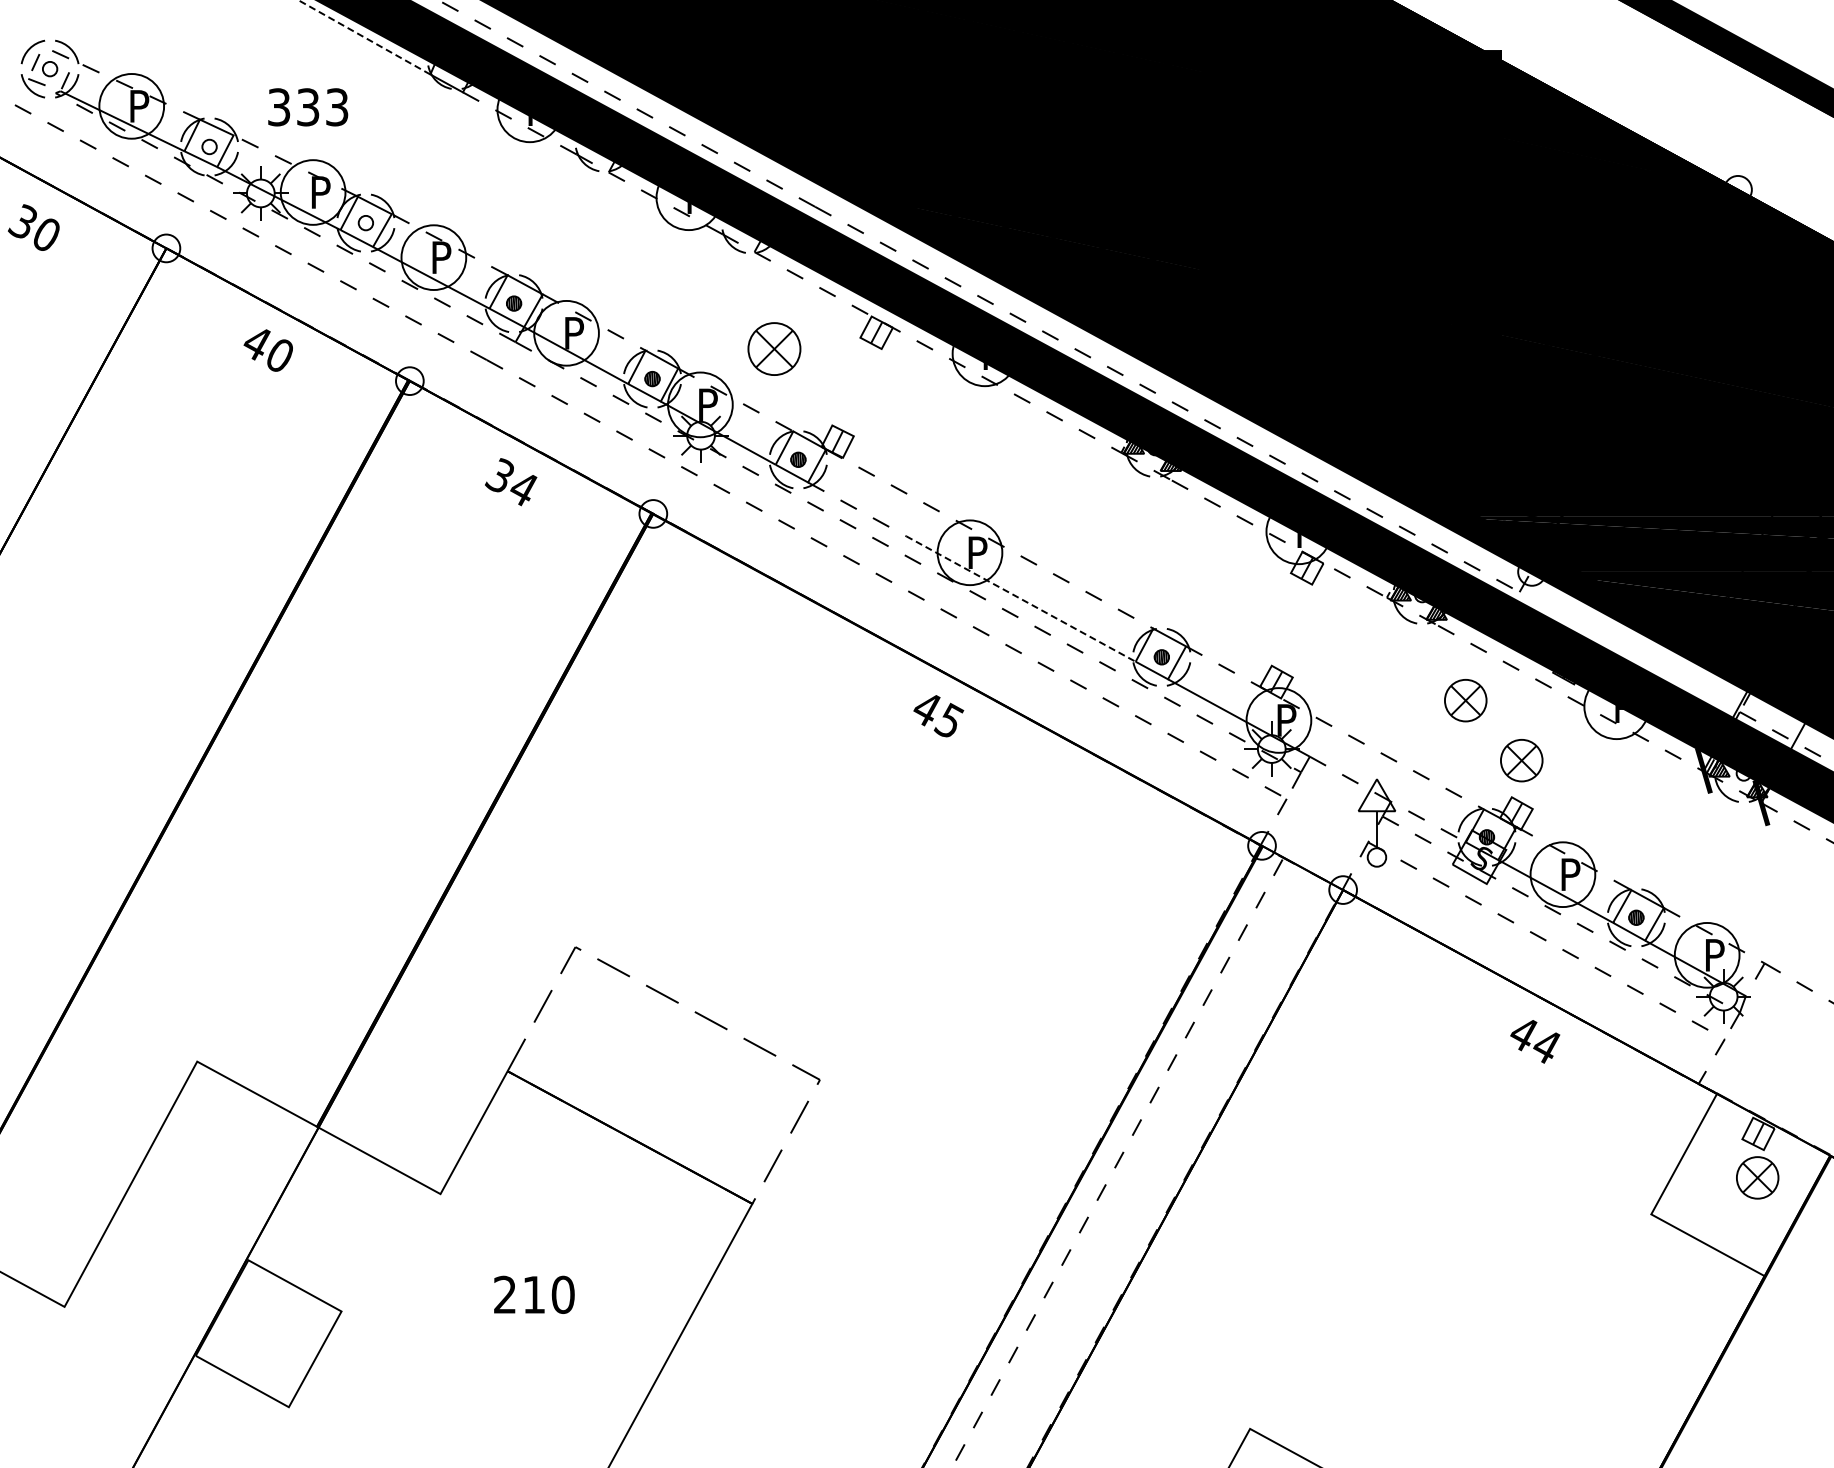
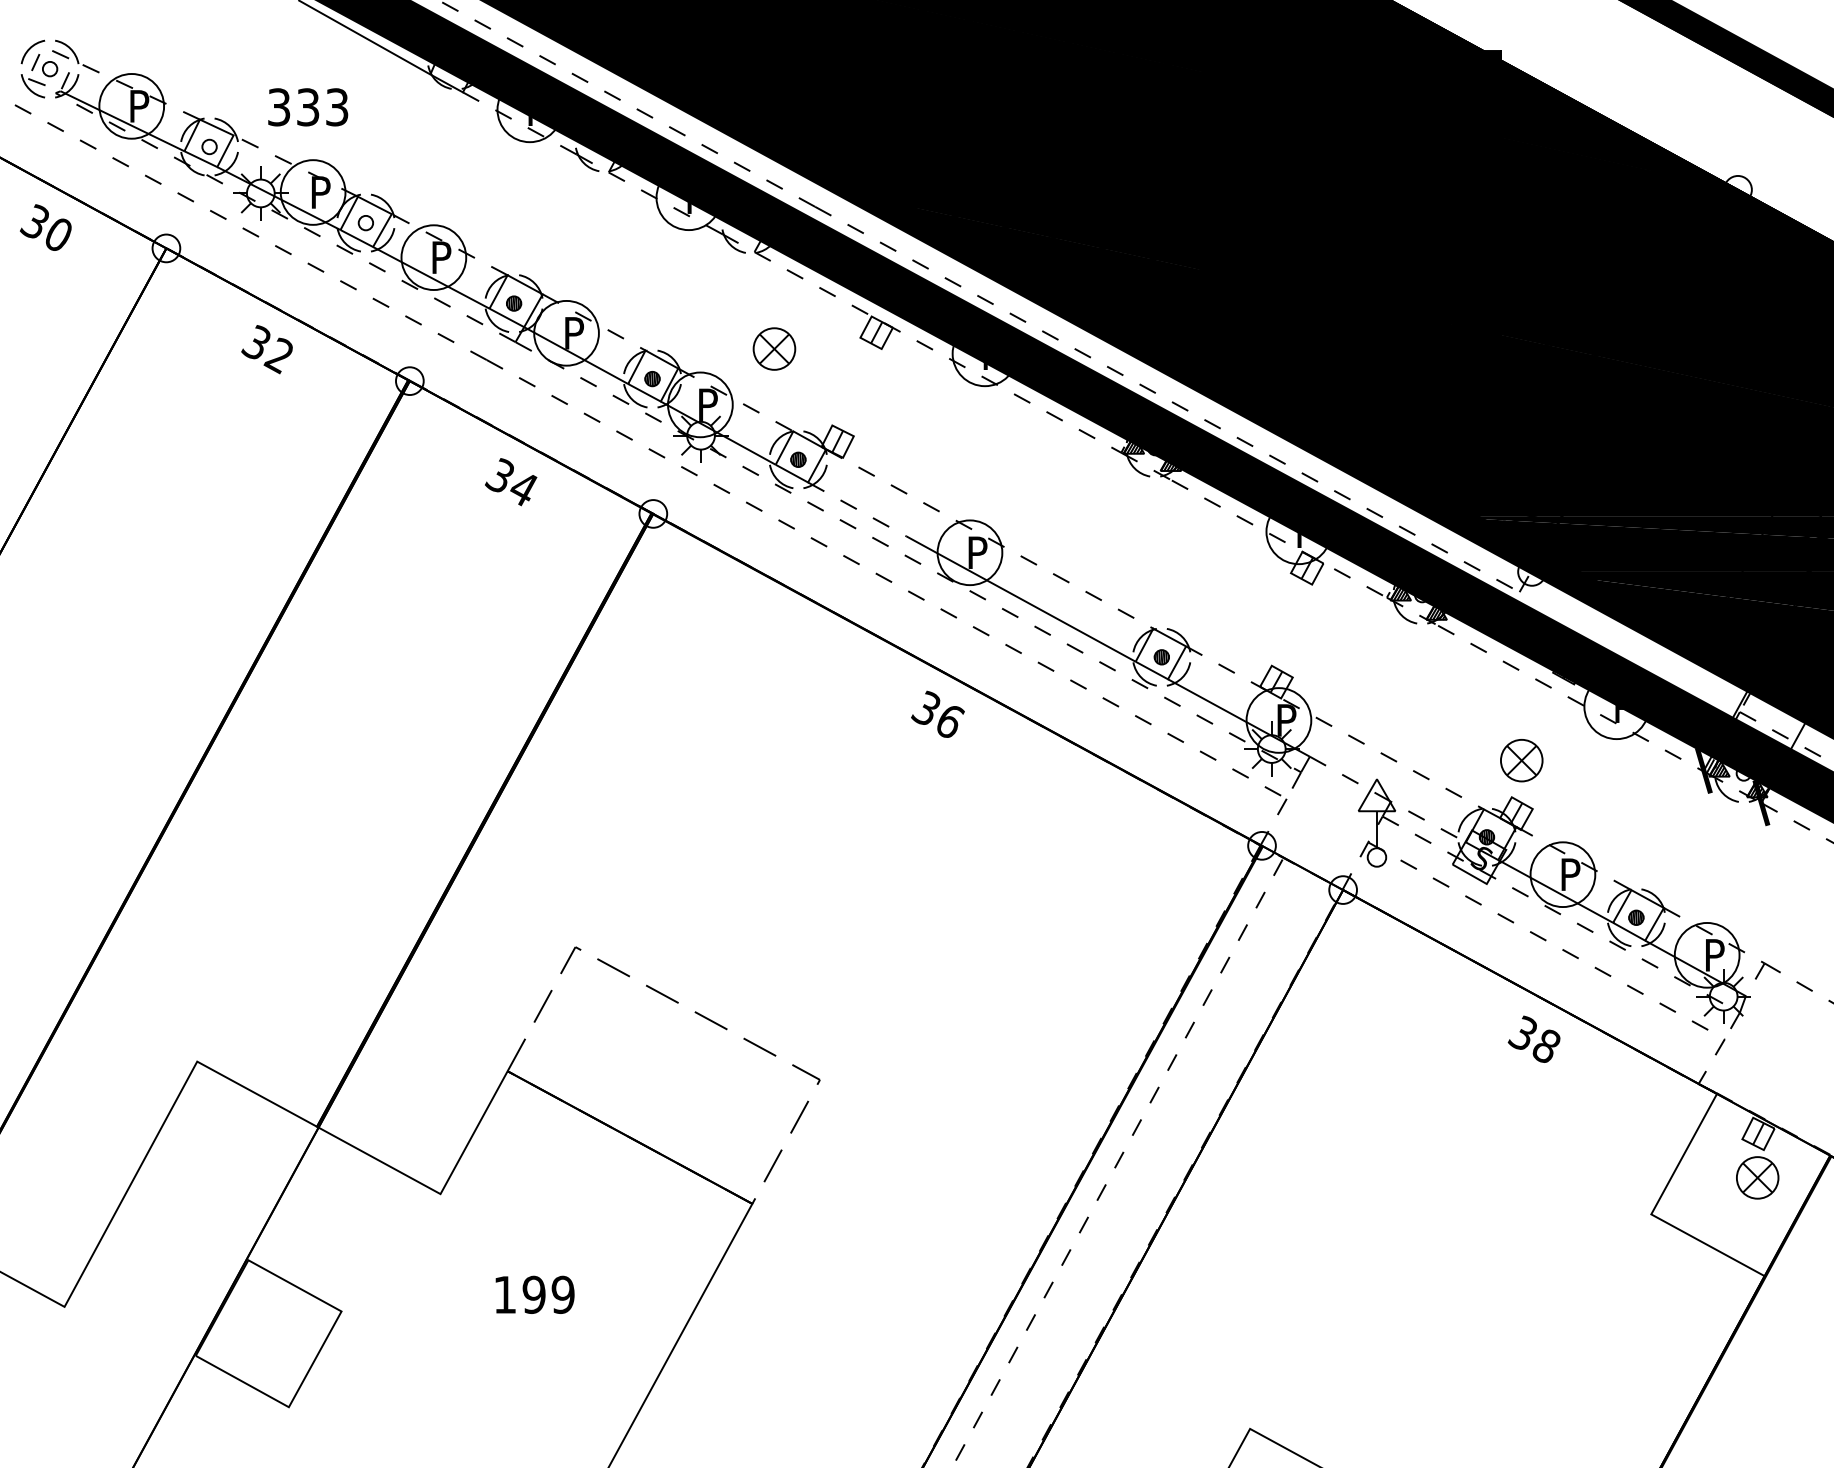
line at (364, 37): dashed -> solid
text at (33, 227) position: (33, 227) -> (45, 227)
part at (774, 348) size: 55x54 px -> 45x44 px
text at (266, 349): 40 -> 32
line at (1020, 599): dashed -> solid
part at (1465, 700): present -> none
text at (937, 713): 45 -> 36
text at (1533, 1039): 44 -> 38
text at (534, 1294): 210 -> 199
